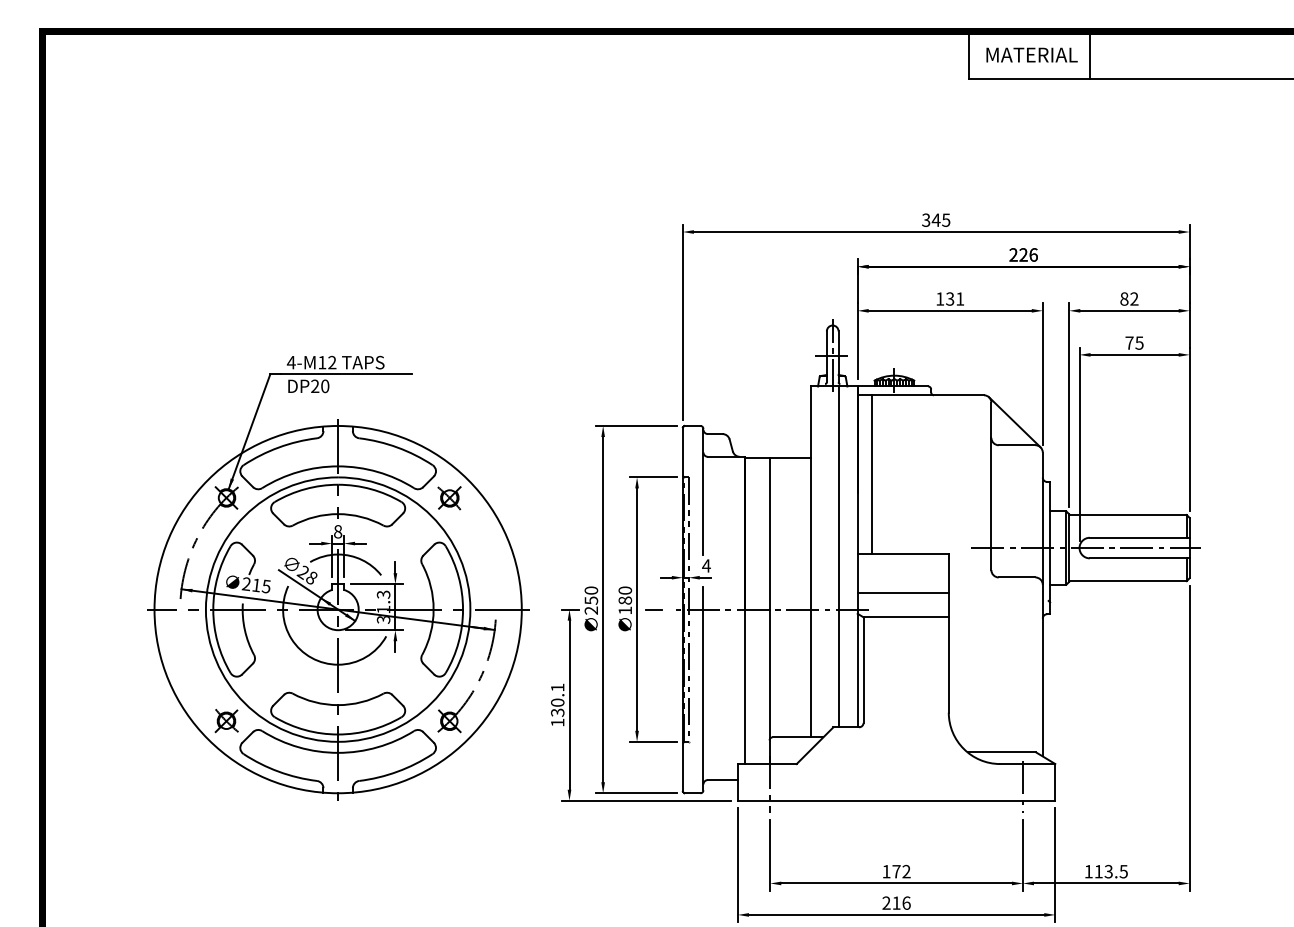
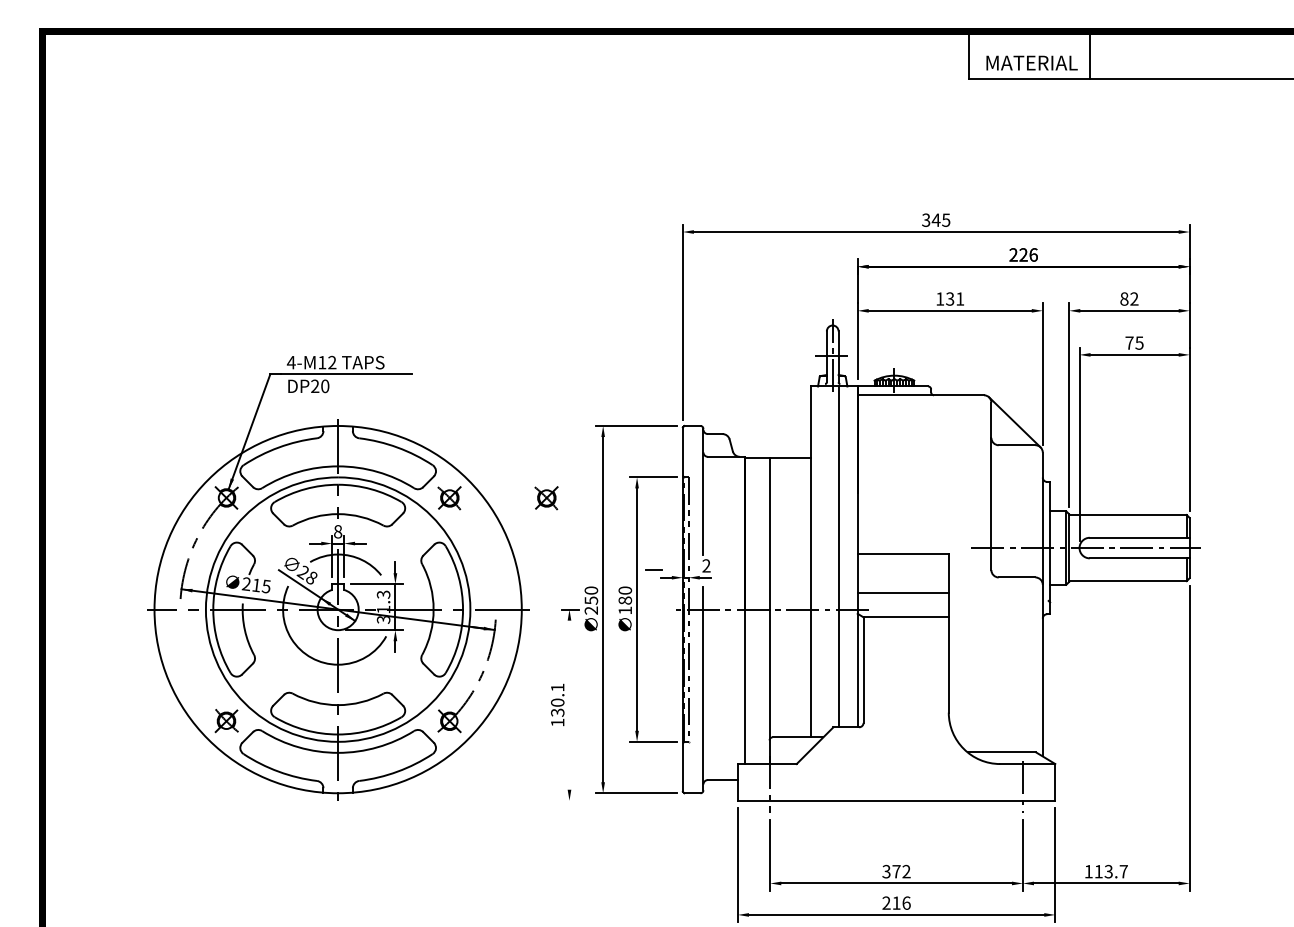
text at (1031, 54) position: (1031, 54) -> (1031, 62)
line at (872, 474): present -> none
part at (546, 498): none -> present
text at (706, 565): 4 -> 2
line at (653, 609) position: (653, 609) -> (653, 569)
line at (569, 704): present -> none
line at (646, 800): present -> none
text at (886, 871): 172 -> 372
text at (1123, 871): 113.5 -> 113.7
